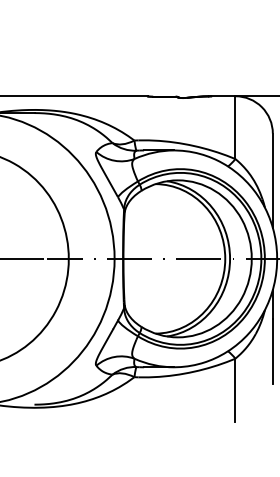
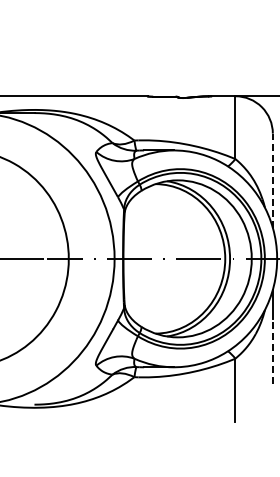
line at (272, 180): solid -> dashed
line at (272, 351): solid -> dashed
